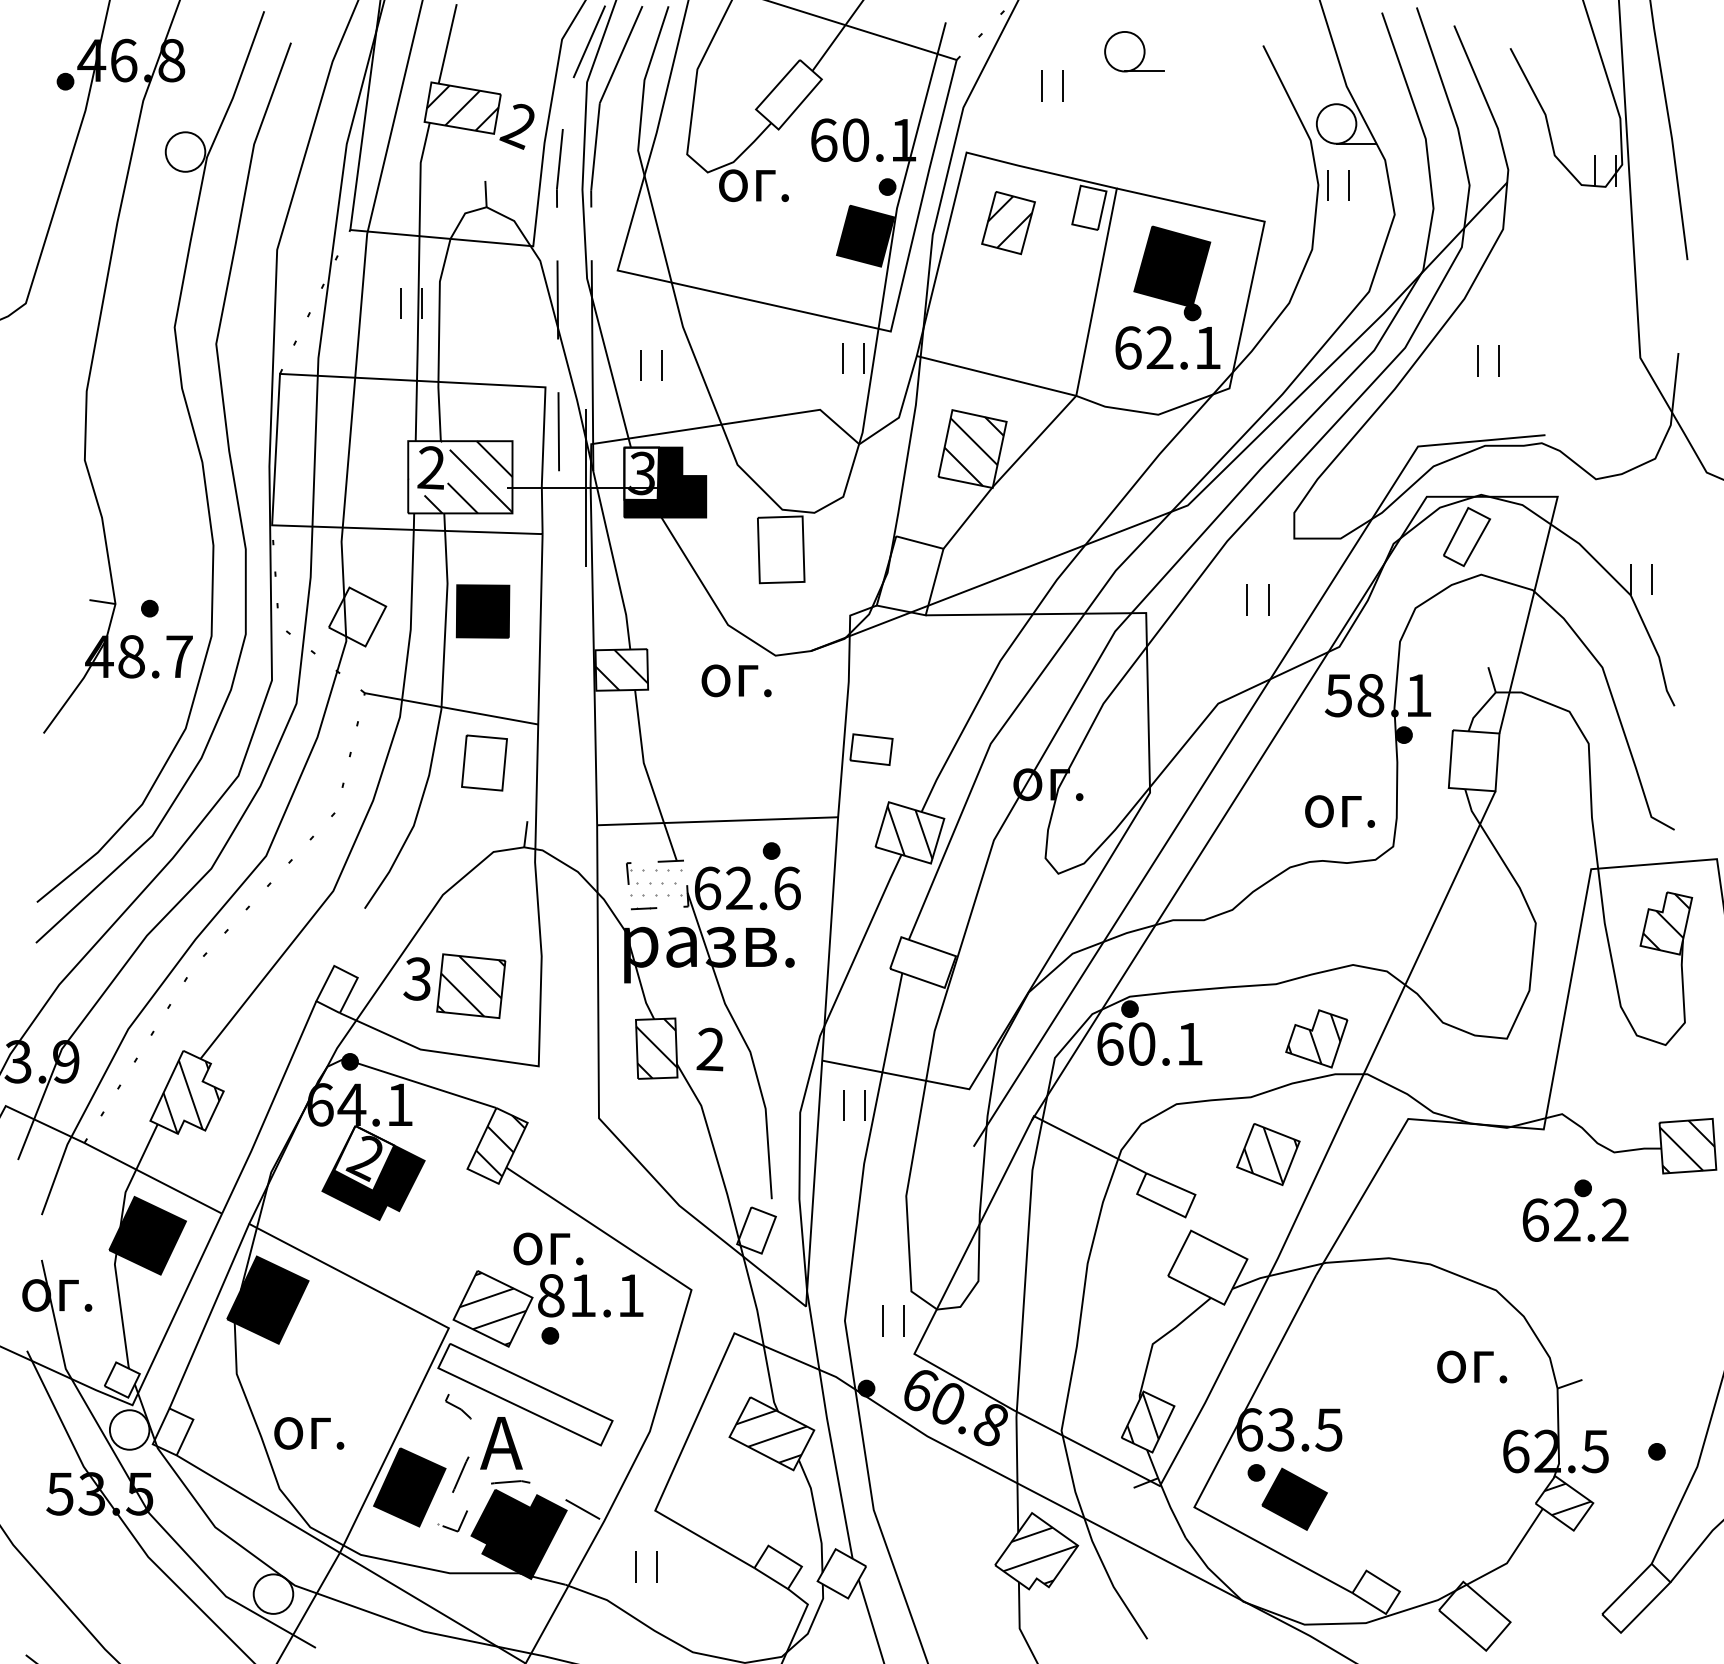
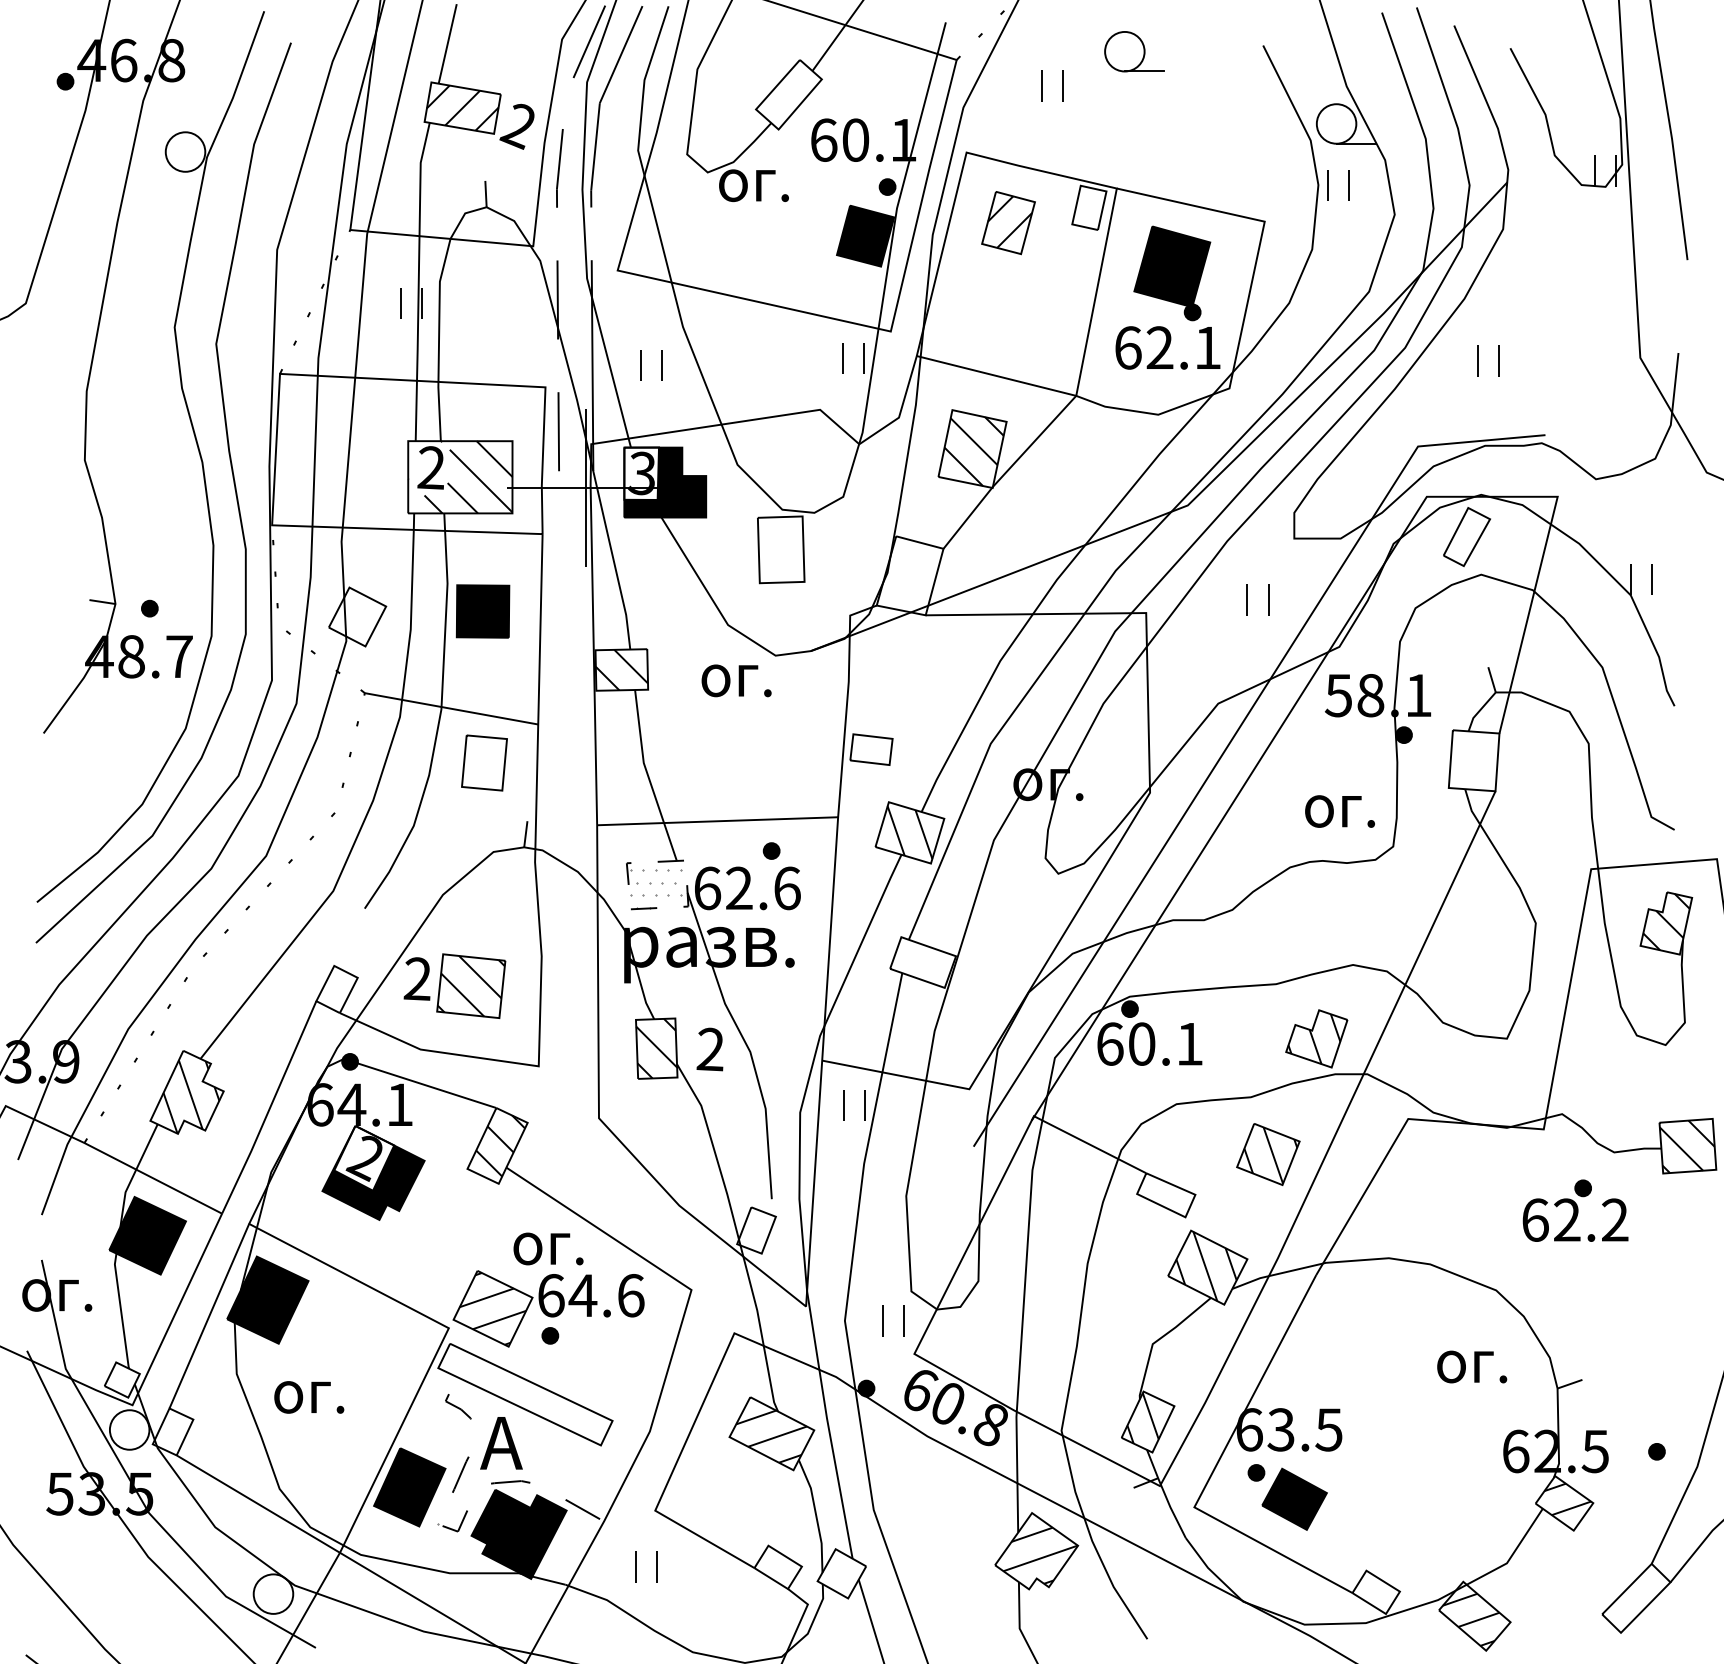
text at (416, 978): 3 -> 2
hatch at (1206, 1266): none -> present
text at (591, 1295): 81.1 -> 64.6
text at (309, 1433) position: (309, 1433) -> (309, 1397)
hatch at (1470, 1619): none -> present
